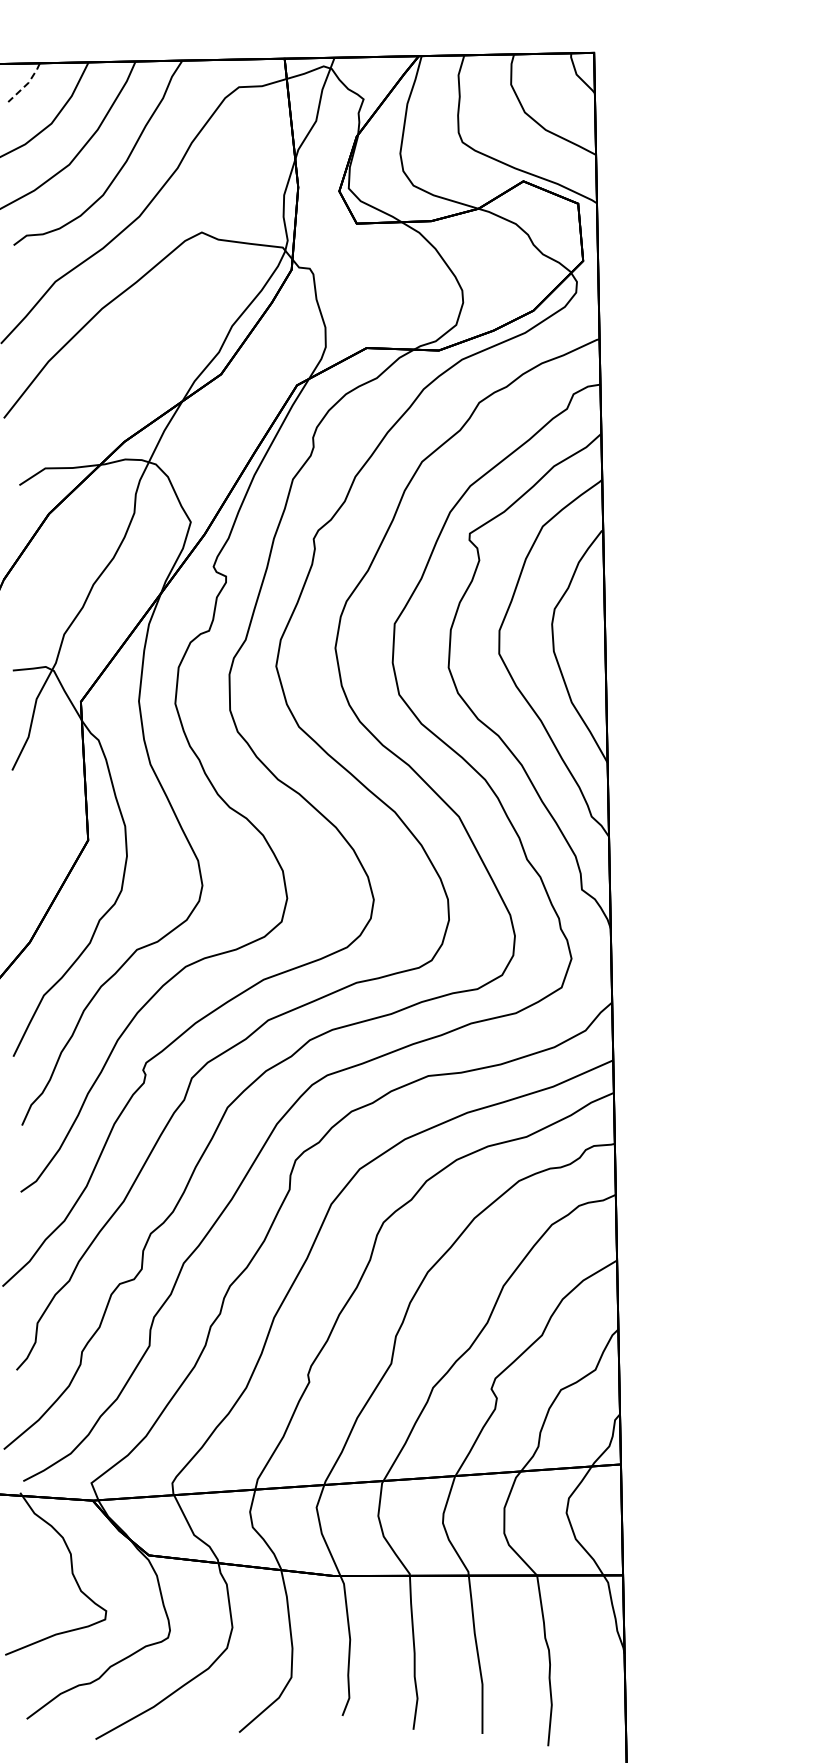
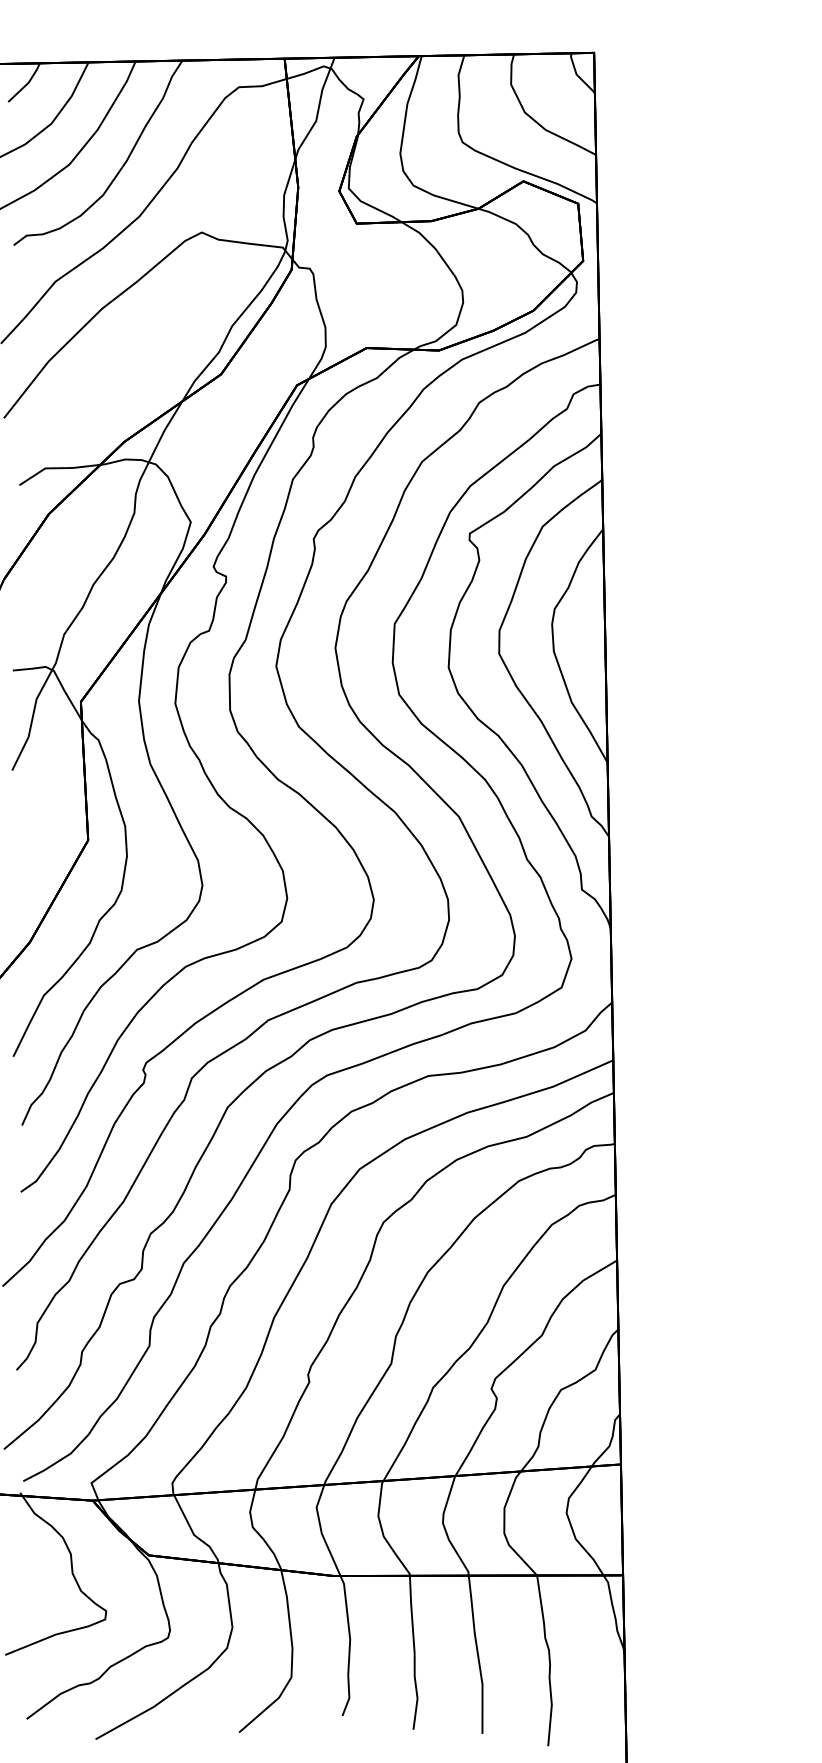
line at (27, 84): dashed -> solid
